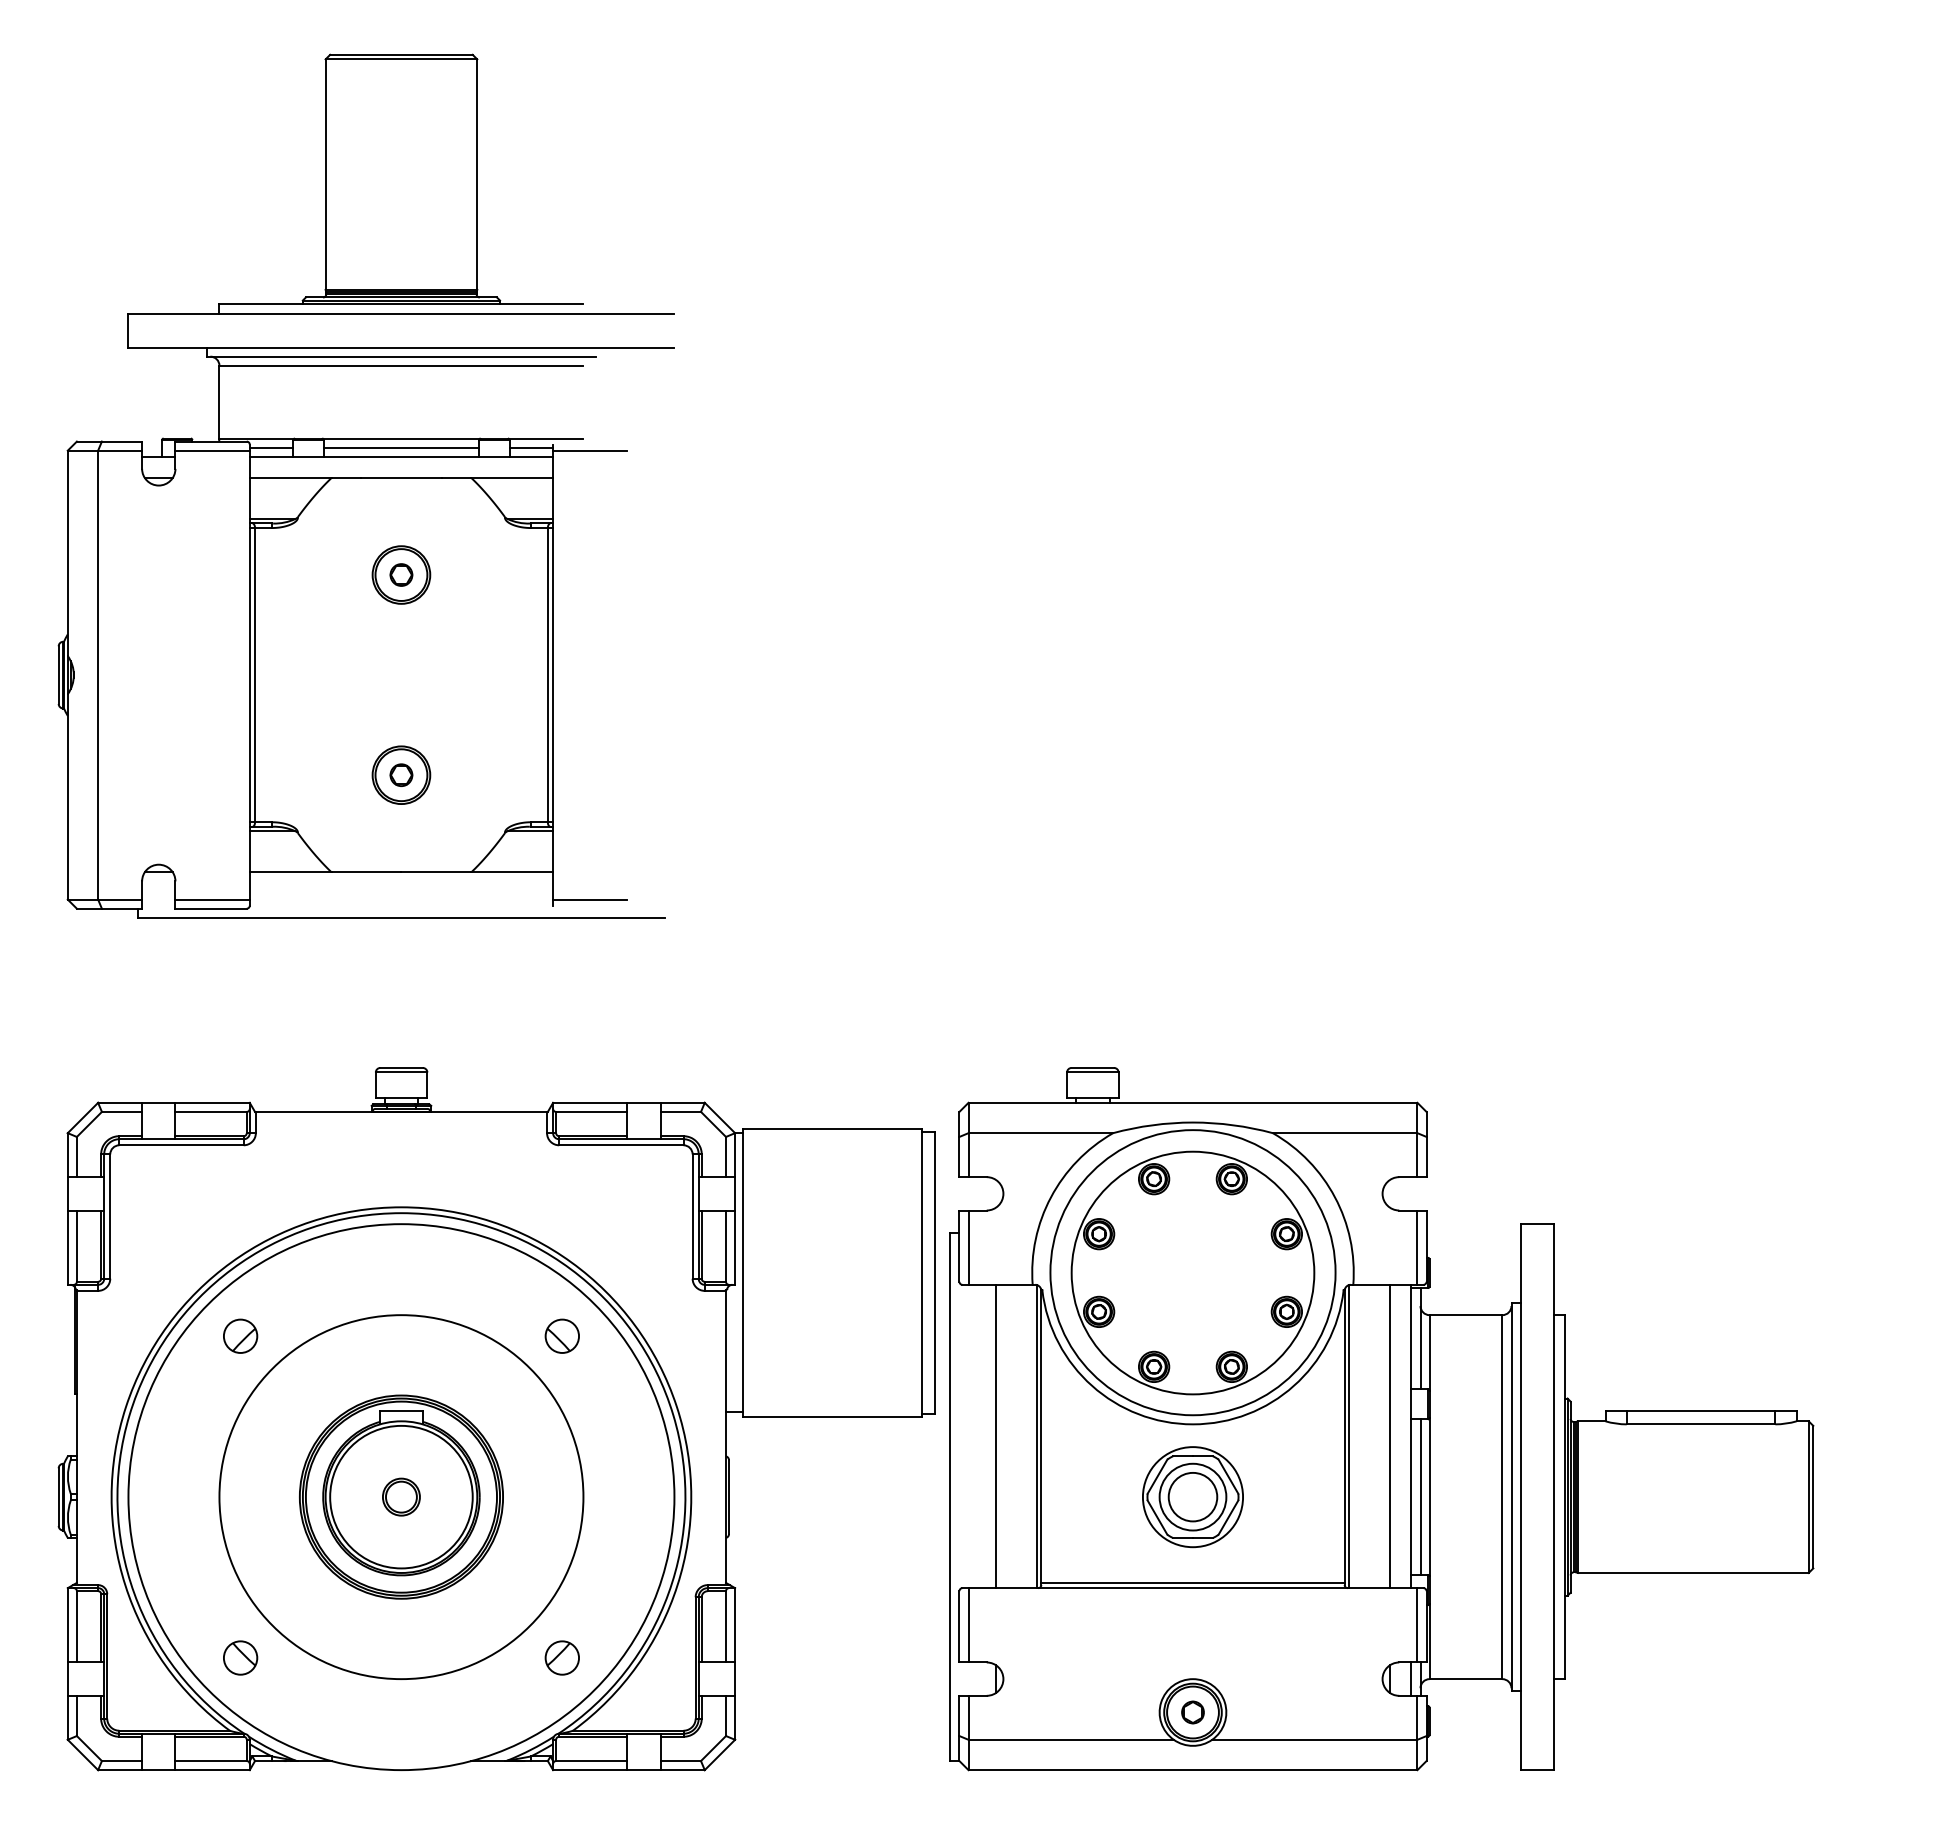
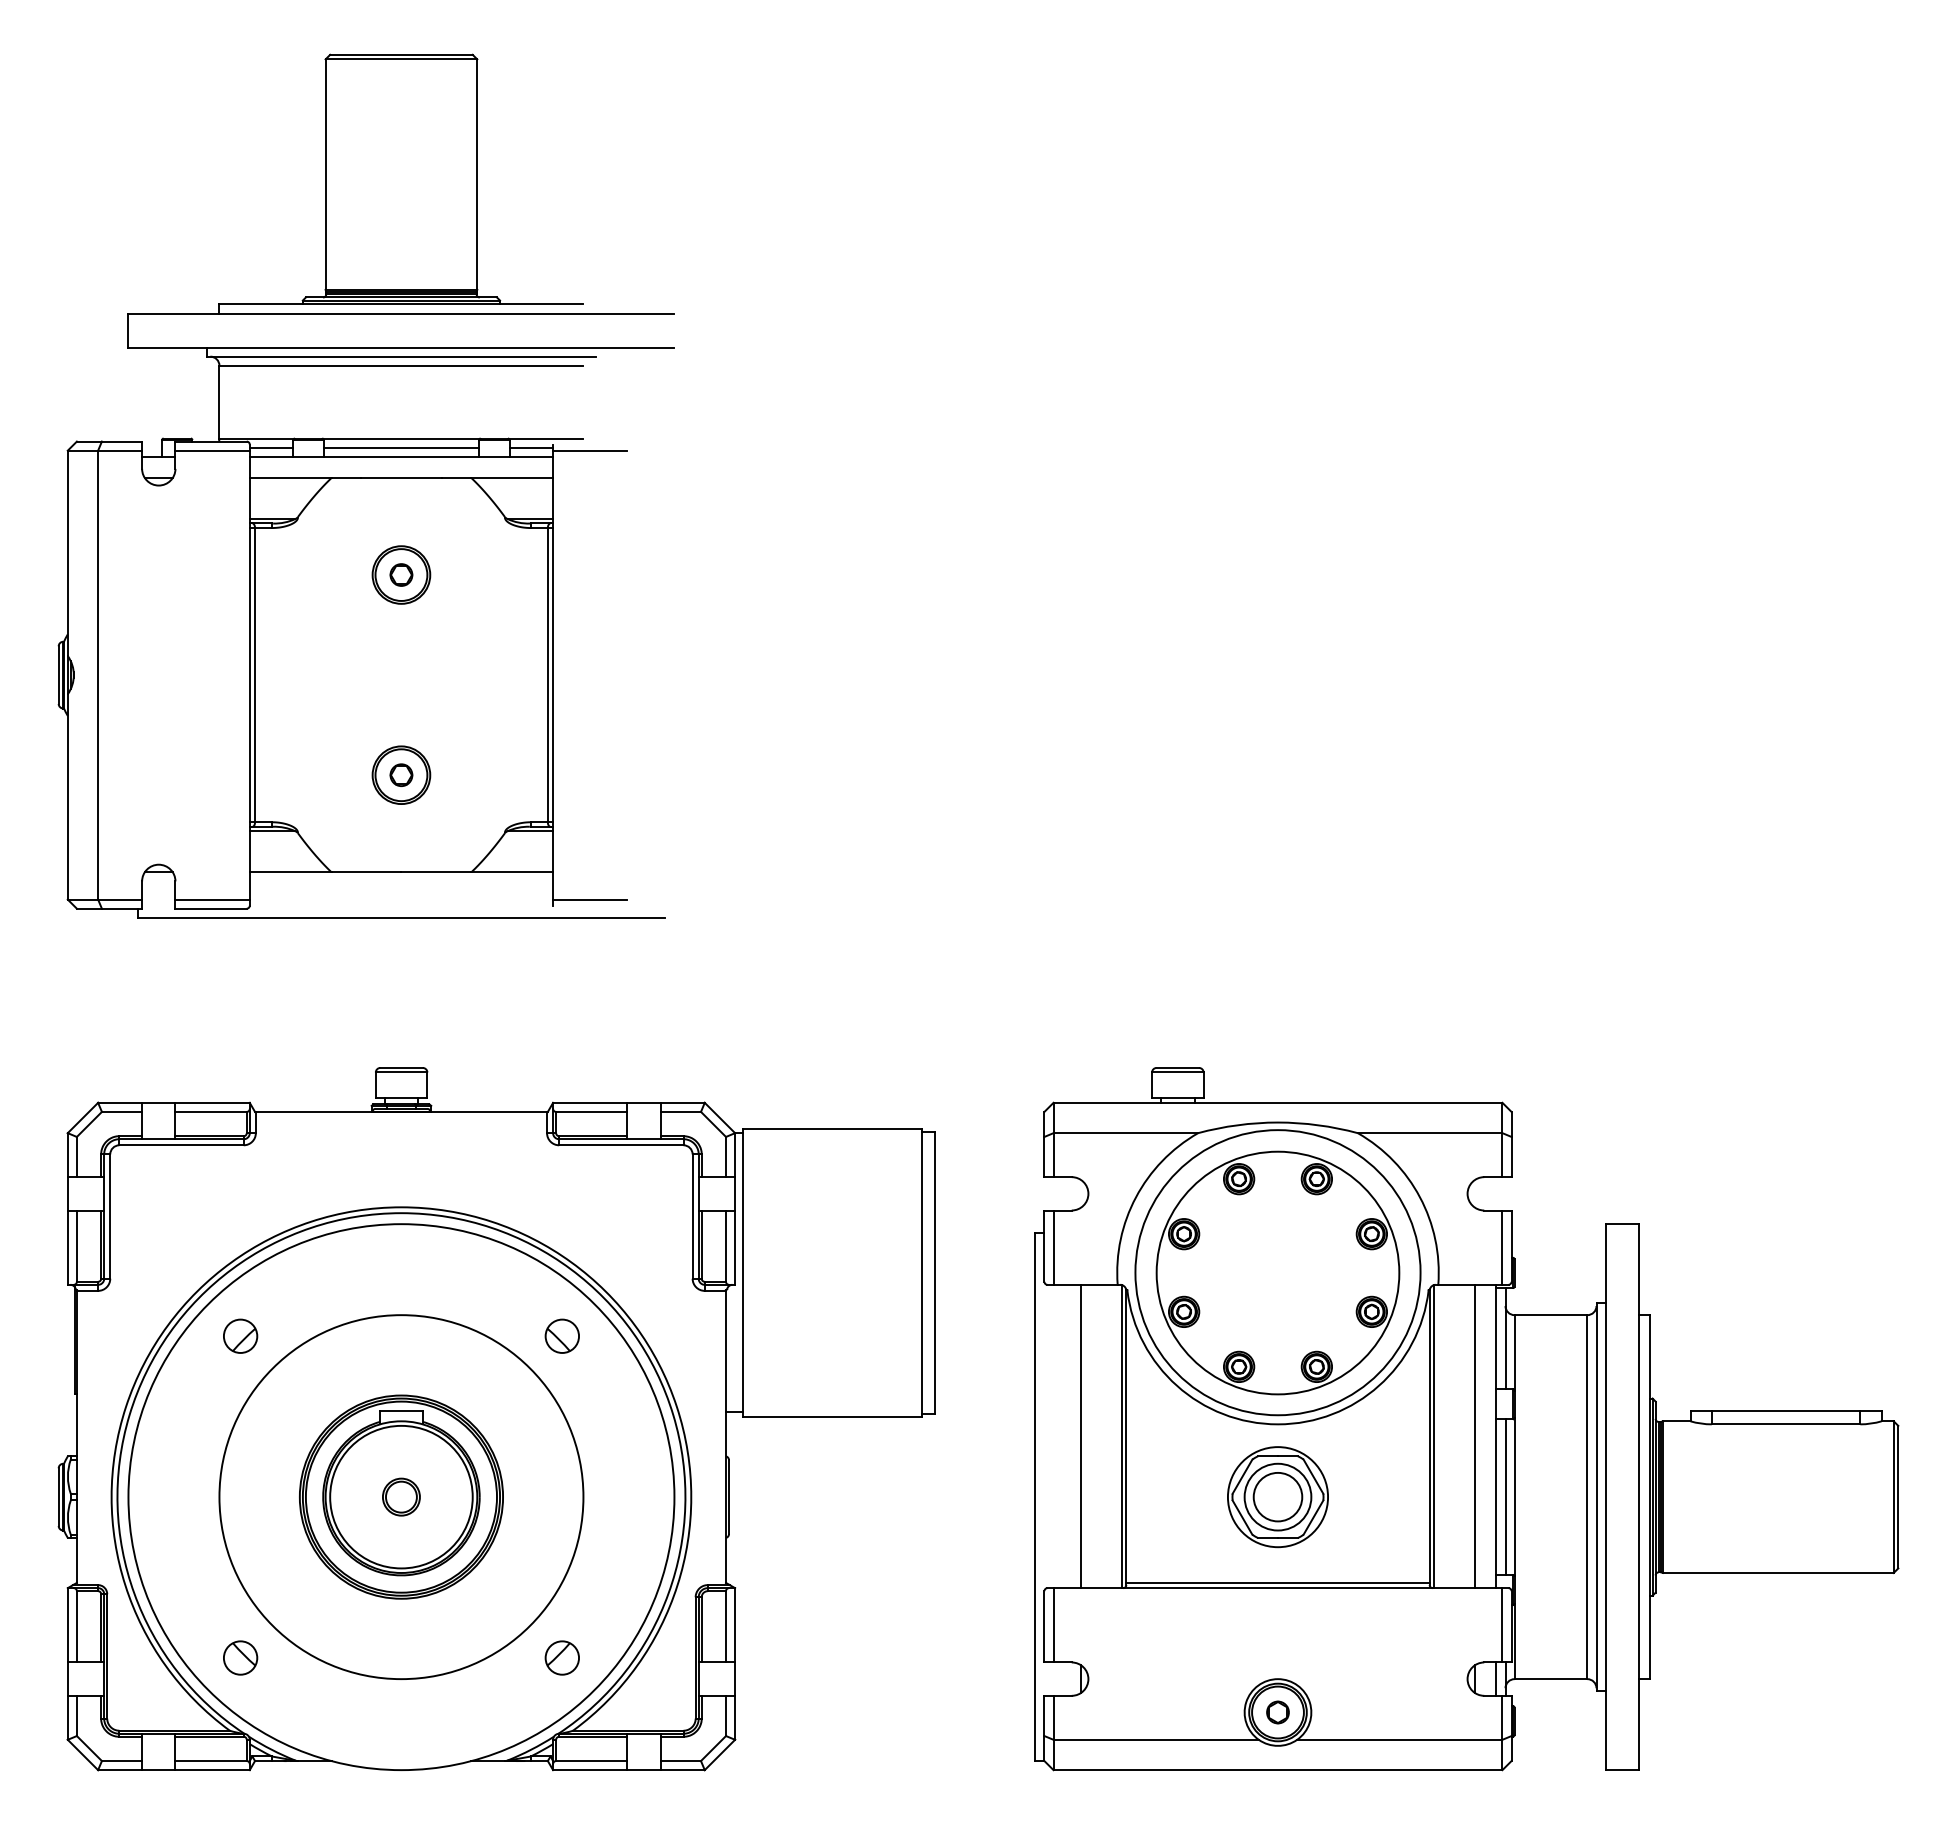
part at (1381, 1419) position: (1381, 1419) -> (1466, 1419)
